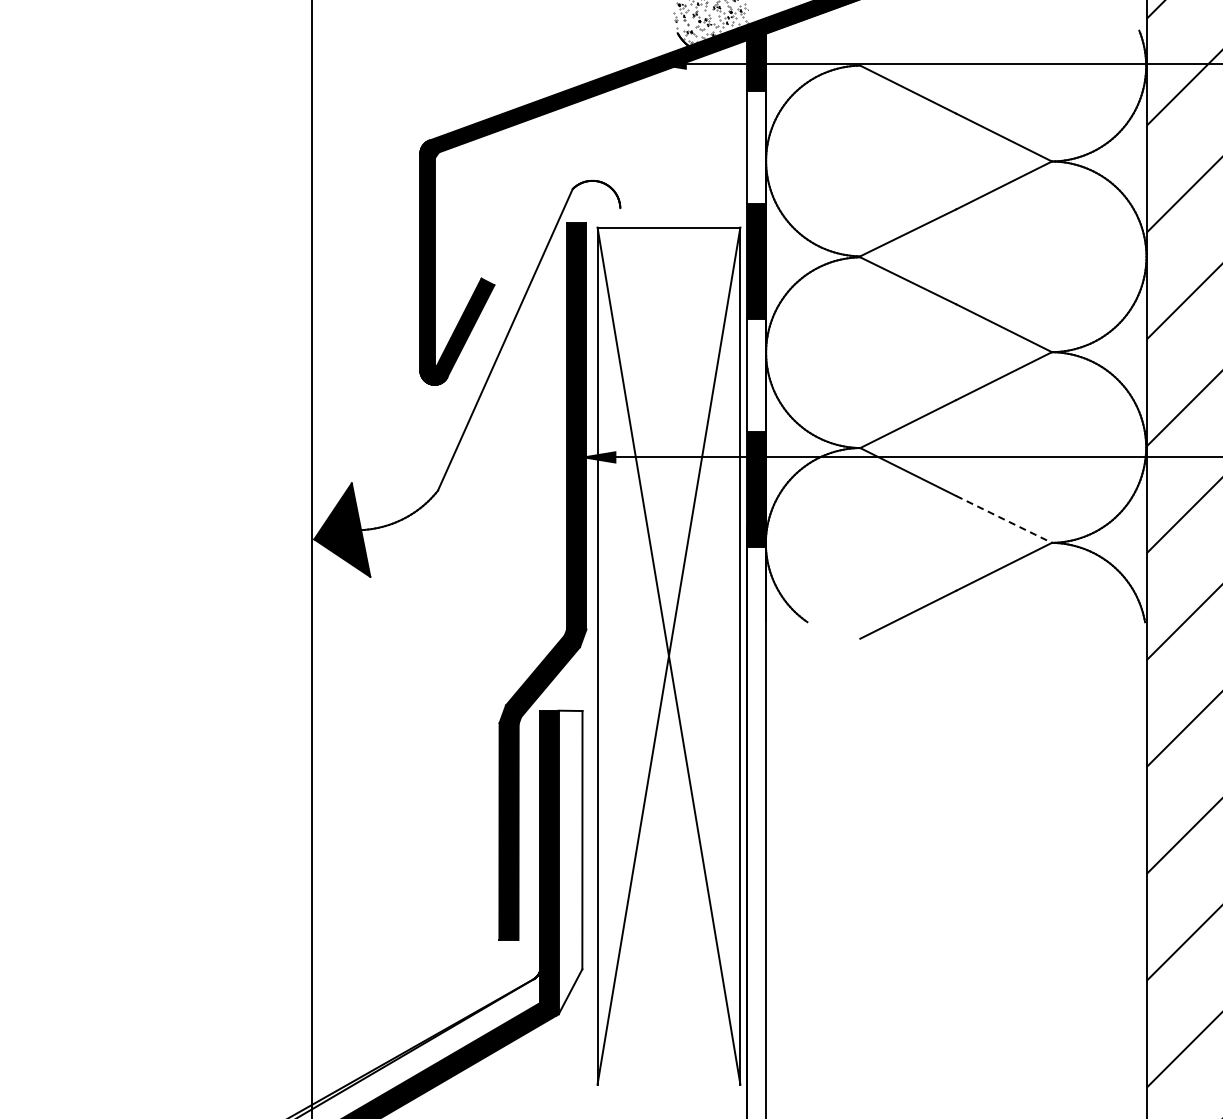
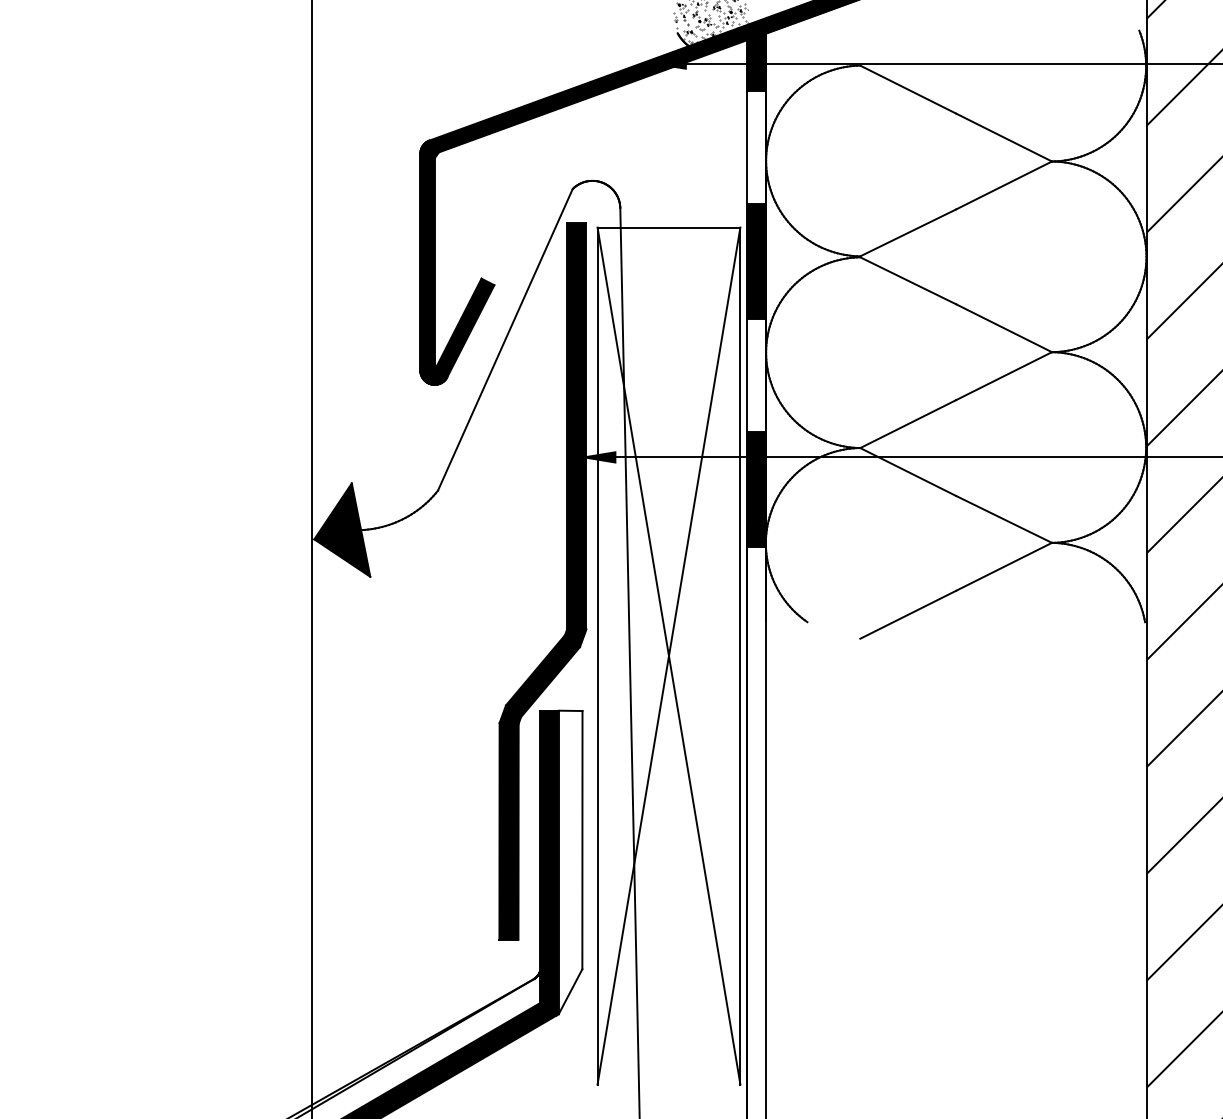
line at (1004, 519): dashed -> solid
line at (629, 661): none -> present
